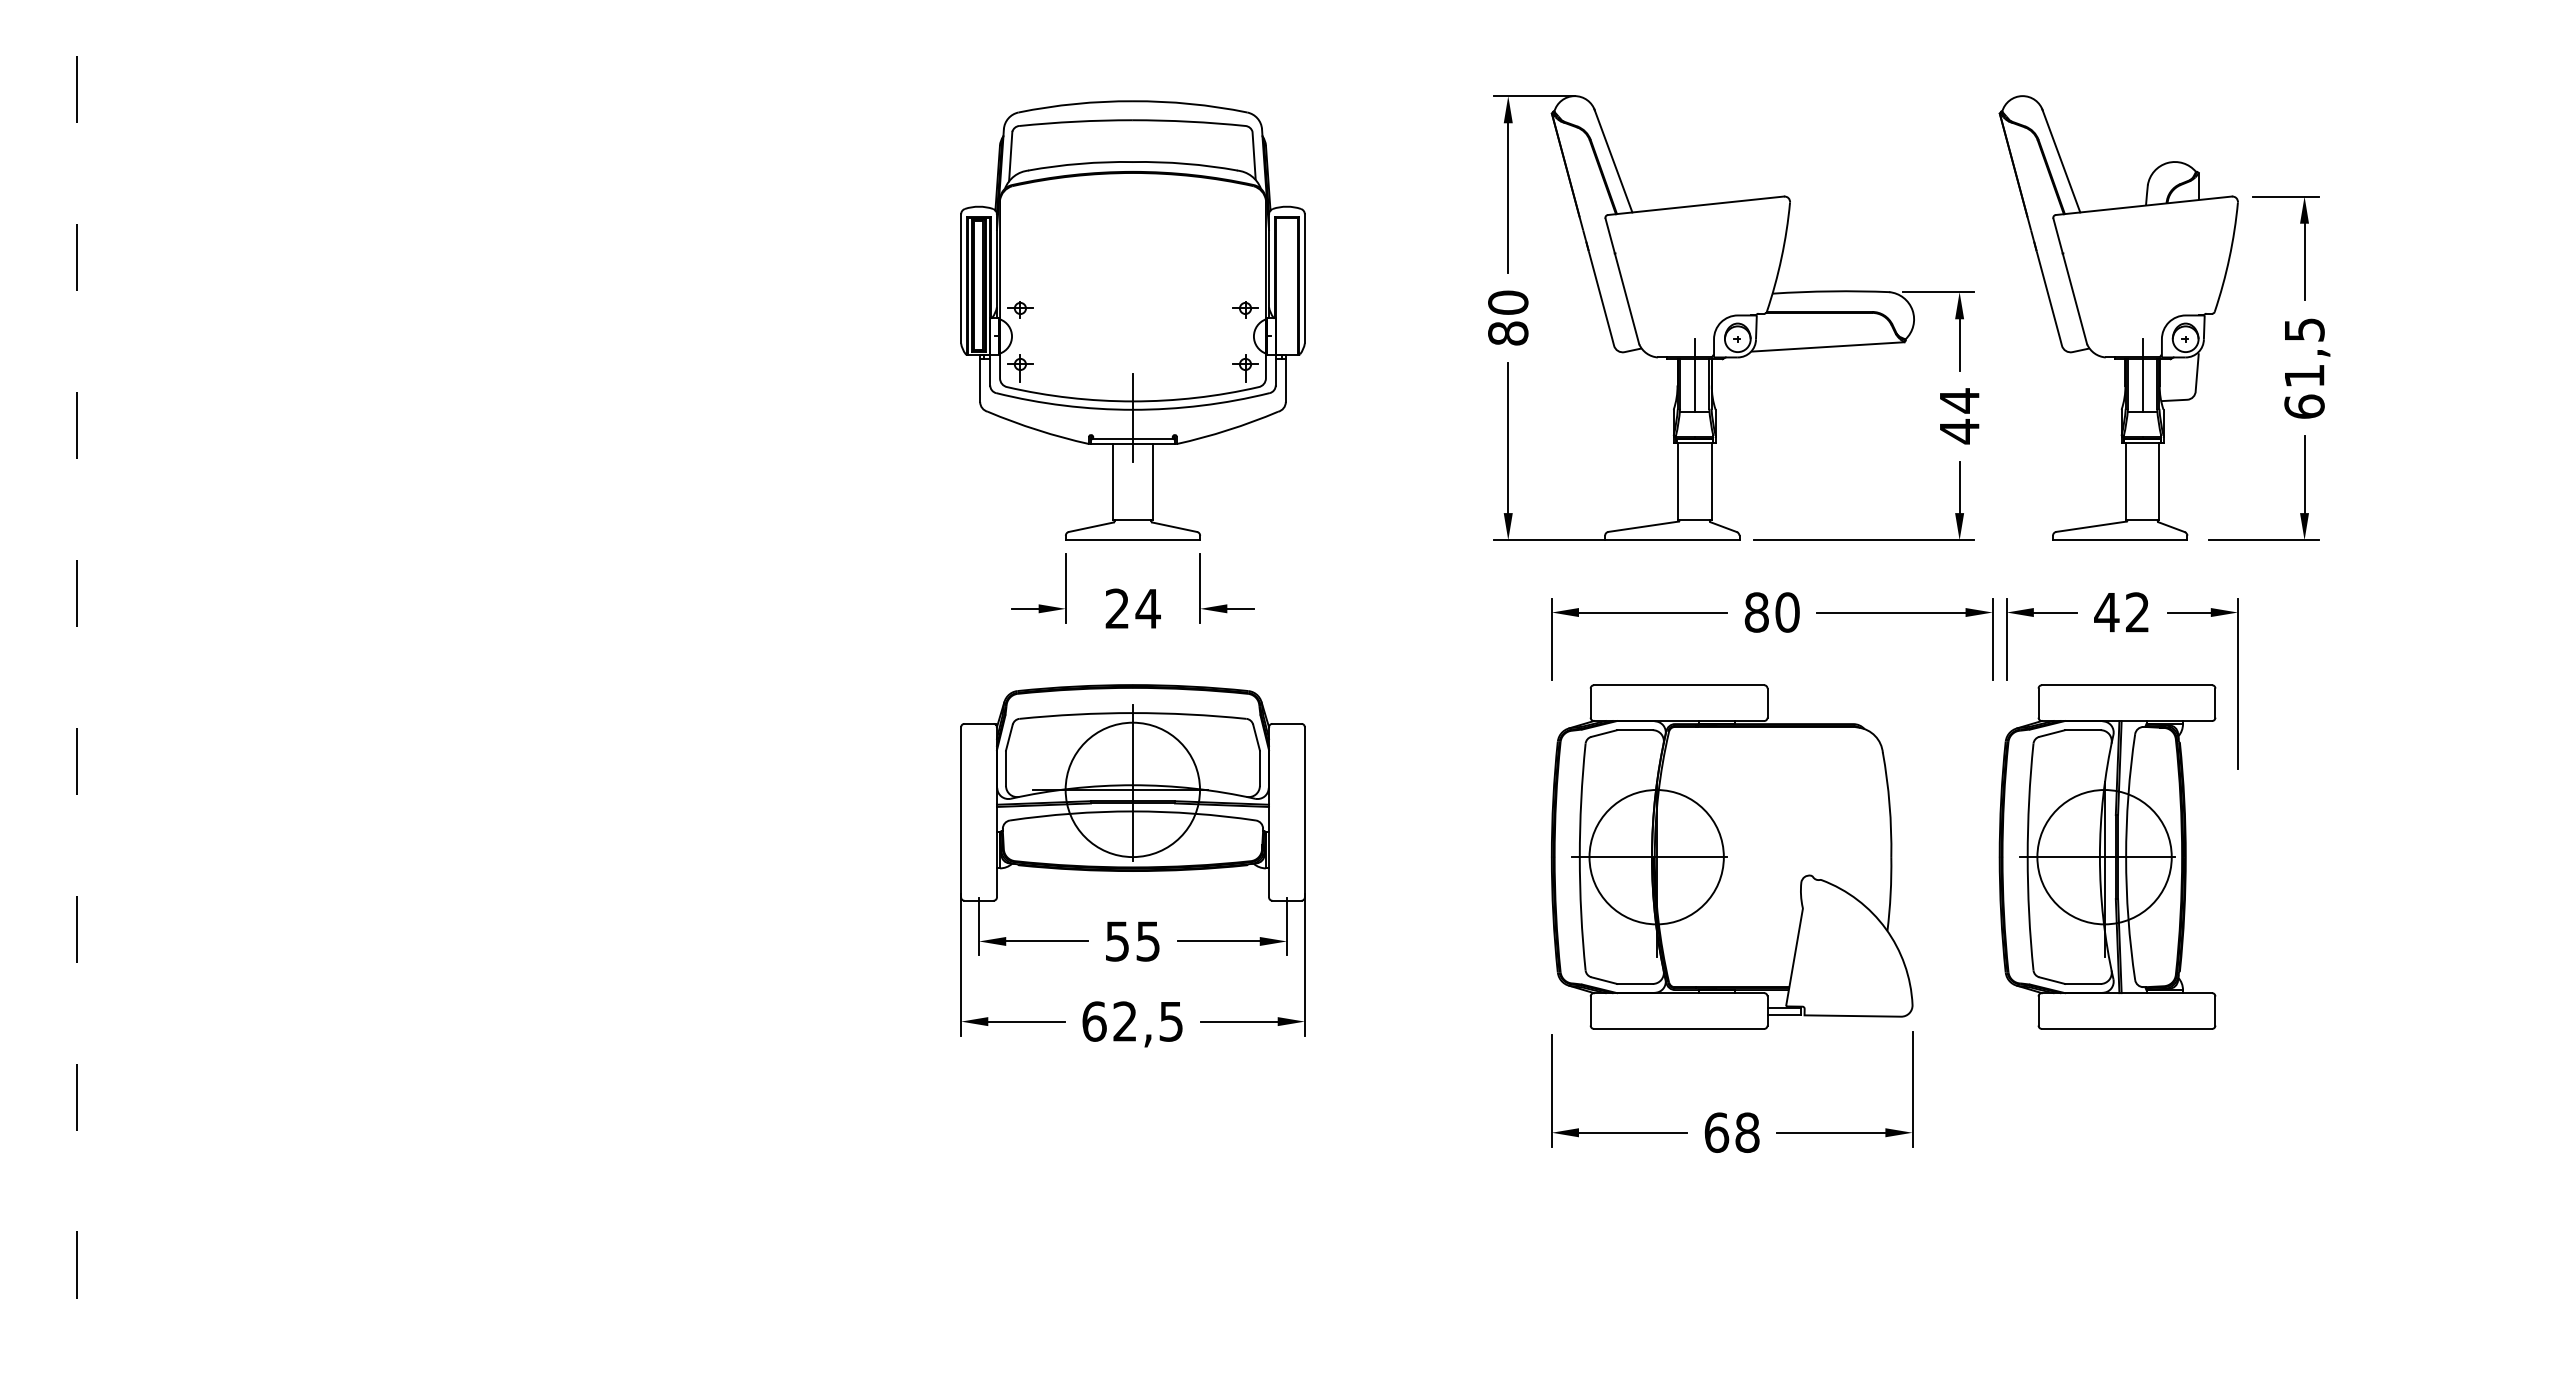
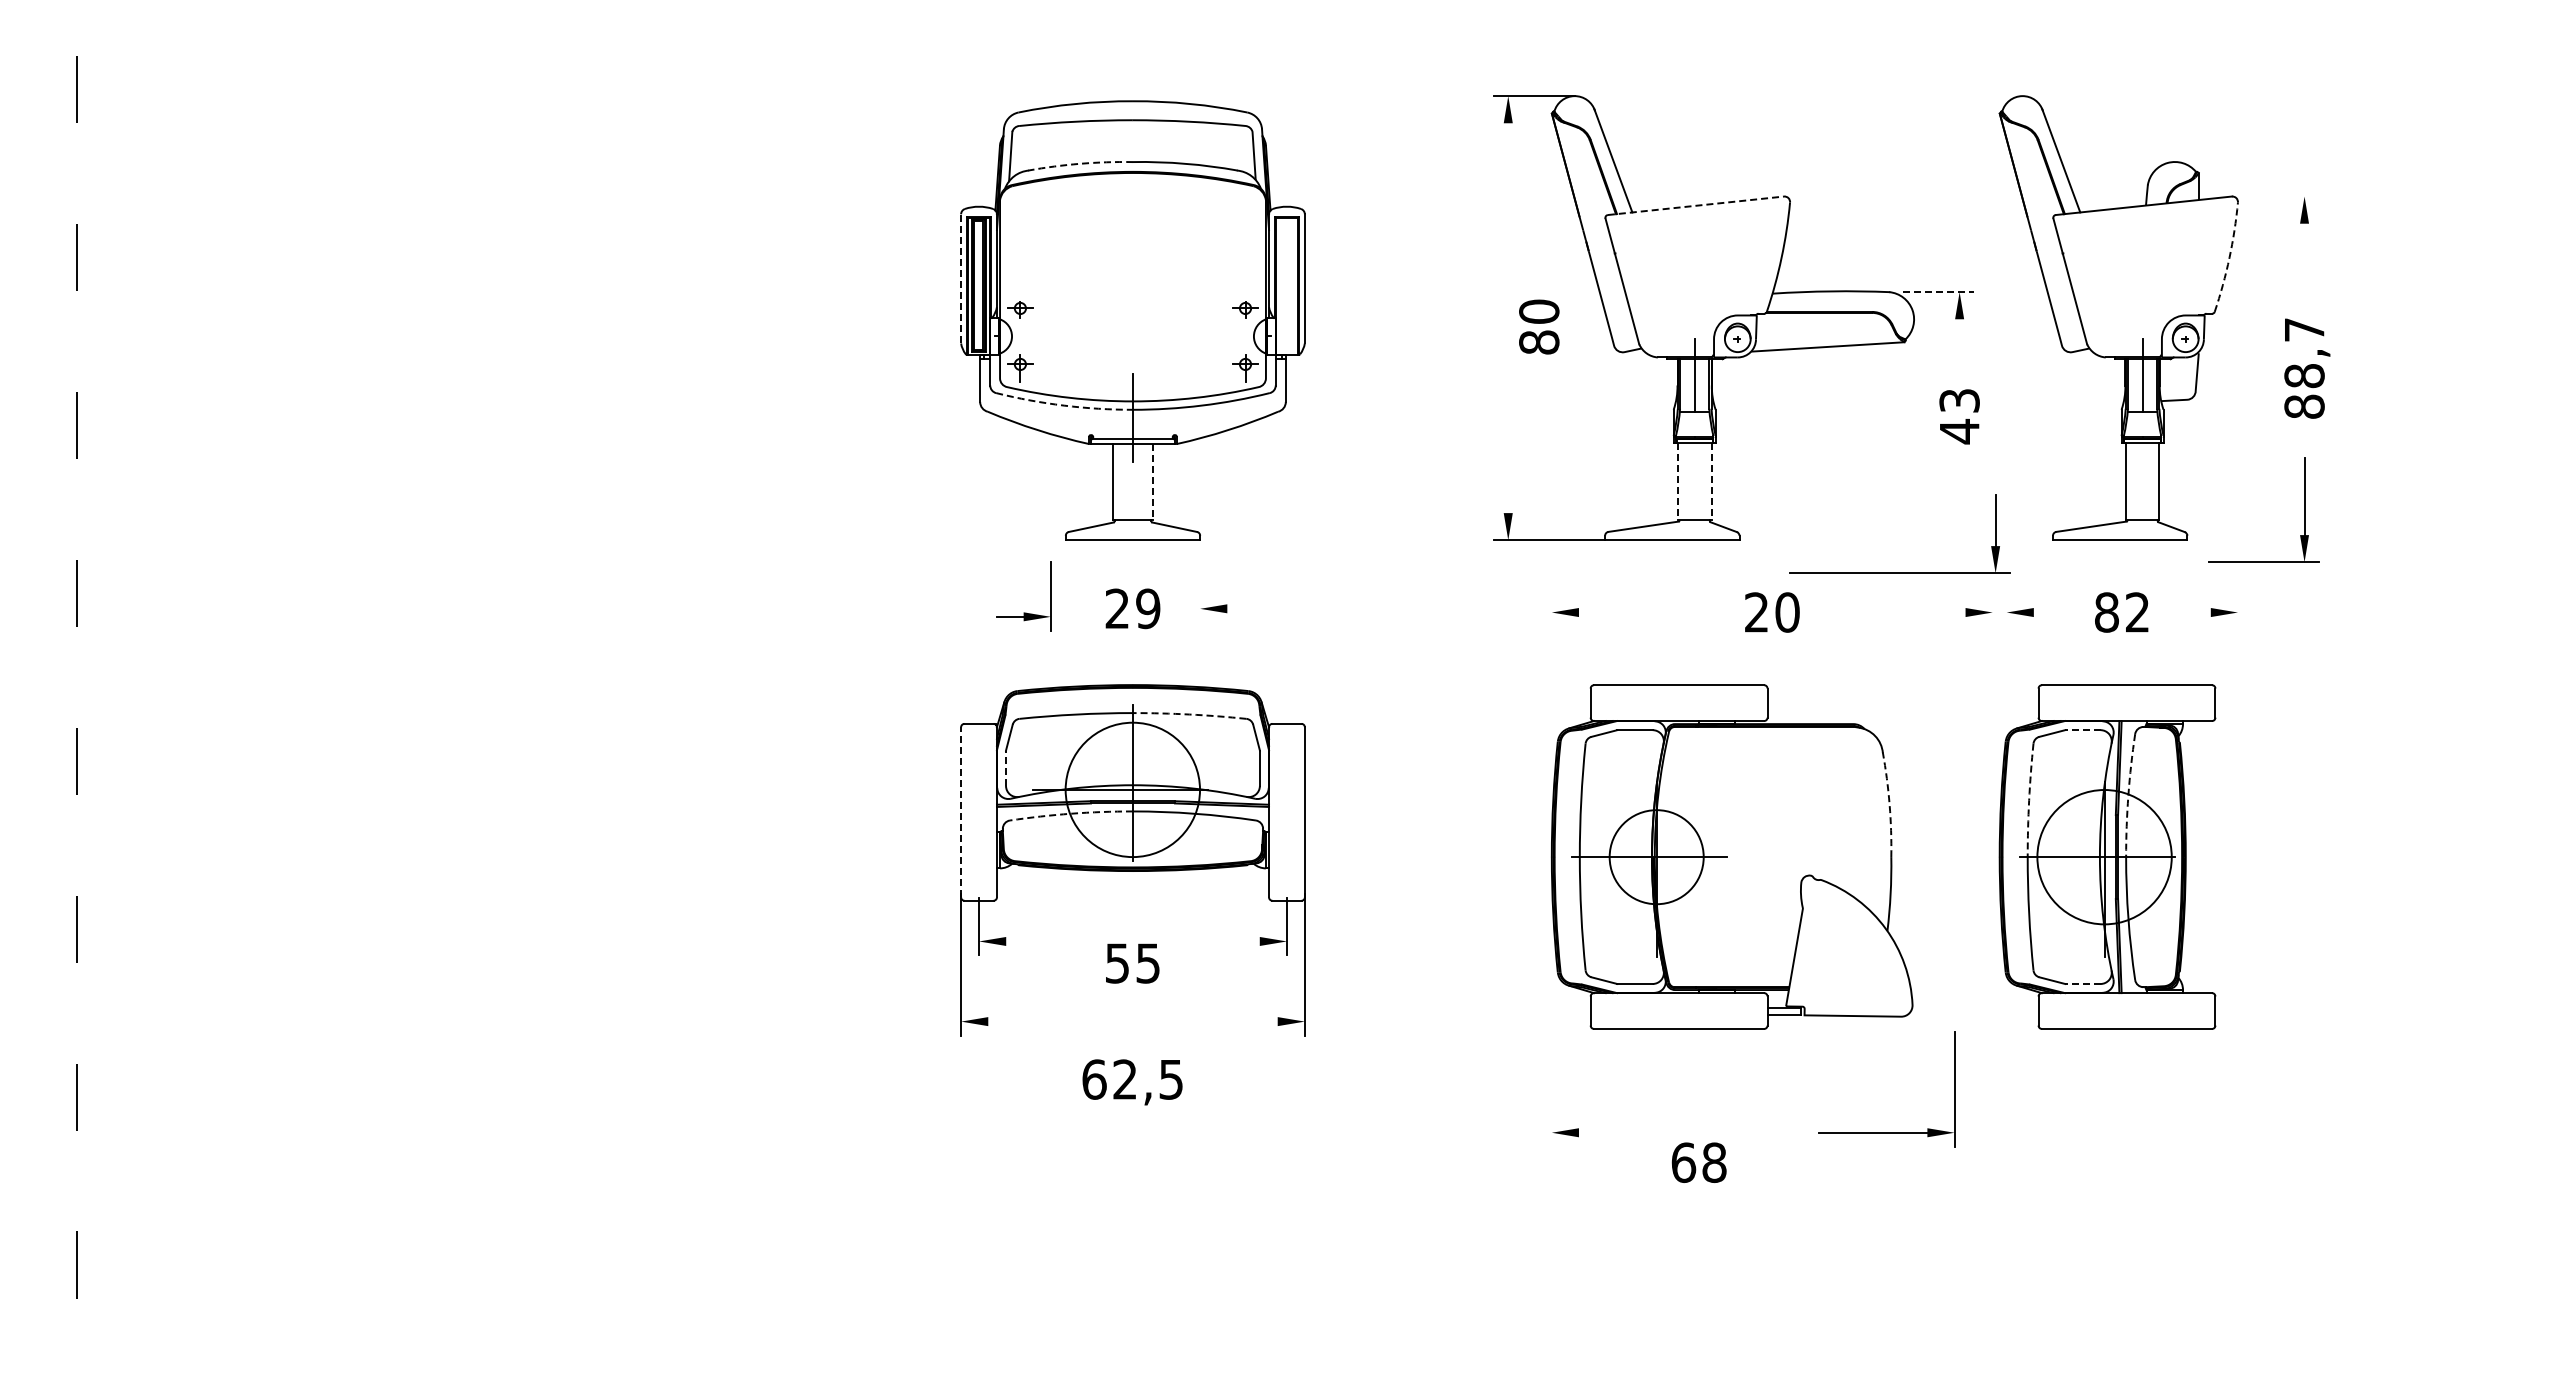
arc at (1080, 163): solid -> dashed
line at (2285, 196): present -> none
line at (1508, 198): present -> none
line at (1696, 205): solid -> dashed
arc at (2229, 257): solid -> dashed
line at (2304, 261): present -> none
line at (961, 278): solid -> dashed
line at (1938, 292): solid -> dashed
text at (1508, 317) position: (1508, 317) -> (1539, 326)
line at (1959, 344): present -> none
text at (2304, 368): 61,5 -> 88,7
text at (1959, 400): 44 -> 43
arc at (1064, 405): solid -> dashed
line at (1508, 438): present -> none
line at (1677, 481): solid -> dashed
line at (1711, 481): solid -> dashed
line at (1153, 482): solid -> dashed
part at (2304, 487) position: (2304, 487) -> (2304, 509)
part at (1863, 539) position: (1863, 539) -> (1899, 572)
line at (1200, 588): present -> none
part at (1038, 604) position: (1038, 604) -> (1023, 612)
text at (1147, 608): 24 -> 29
line at (1240, 608): present -> none
line at (1652, 612): present -> none
text at (1756, 612): 80 -> 20
line at (1891, 612): present -> none
line at (2054, 612): present -> none
text at (2106, 612): 42 -> 82
line at (2188, 612): present -> none
line at (2006, 638): present -> none
line at (1551, 639): present -> none
line at (1992, 639): present -> none
line at (2237, 683): present -> none
arc at (1189, 714): solid -> dashed
line at (2082, 730): solid -> dashed
line at (1006, 768): solid -> dashed
arc at (2128, 795): solid -> dashed
arc at (2029, 800): solid -> dashed
arc at (1889, 804): solid -> dashed
line at (961, 811): solid -> dashed
arc at (1071, 813): solid -> dashed
circle at (1656, 857) diameter: 134 px -> 94 px
line at (1046, 941): present -> none
text at (1132, 941) position: (1132, 941) -> (1132, 963)
line at (1218, 941): present -> none
line at (2082, 984): solid -> dashed
line at (1026, 1021): present -> none
line at (1238, 1021): present -> none
text at (1132, 1024) position: (1132, 1024) -> (1132, 1082)
line at (1551, 1090): present -> none
line at (1632, 1132): present -> none
text at (1731, 1132) position: (1731, 1132) -> (1698, 1162)
part at (1844, 1132) position: (1844, 1132) -> (1886, 1132)
